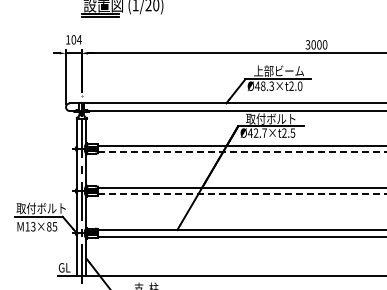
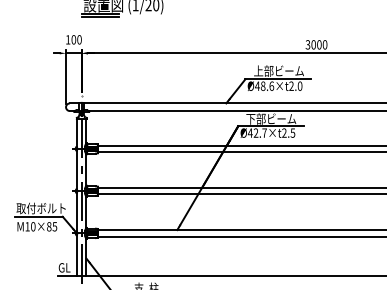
text at (79, 39): 104 -> 100
text at (271, 85): Ø48.3×t2.0 -> Ø48.6×t2.0
text at (271, 118): 取付ボルト -> 下部ビーム
line at (242, 152): dashed -> solid
line at (242, 194): dashed -> solid
text at (33, 226): M13×85 -> M10×85
